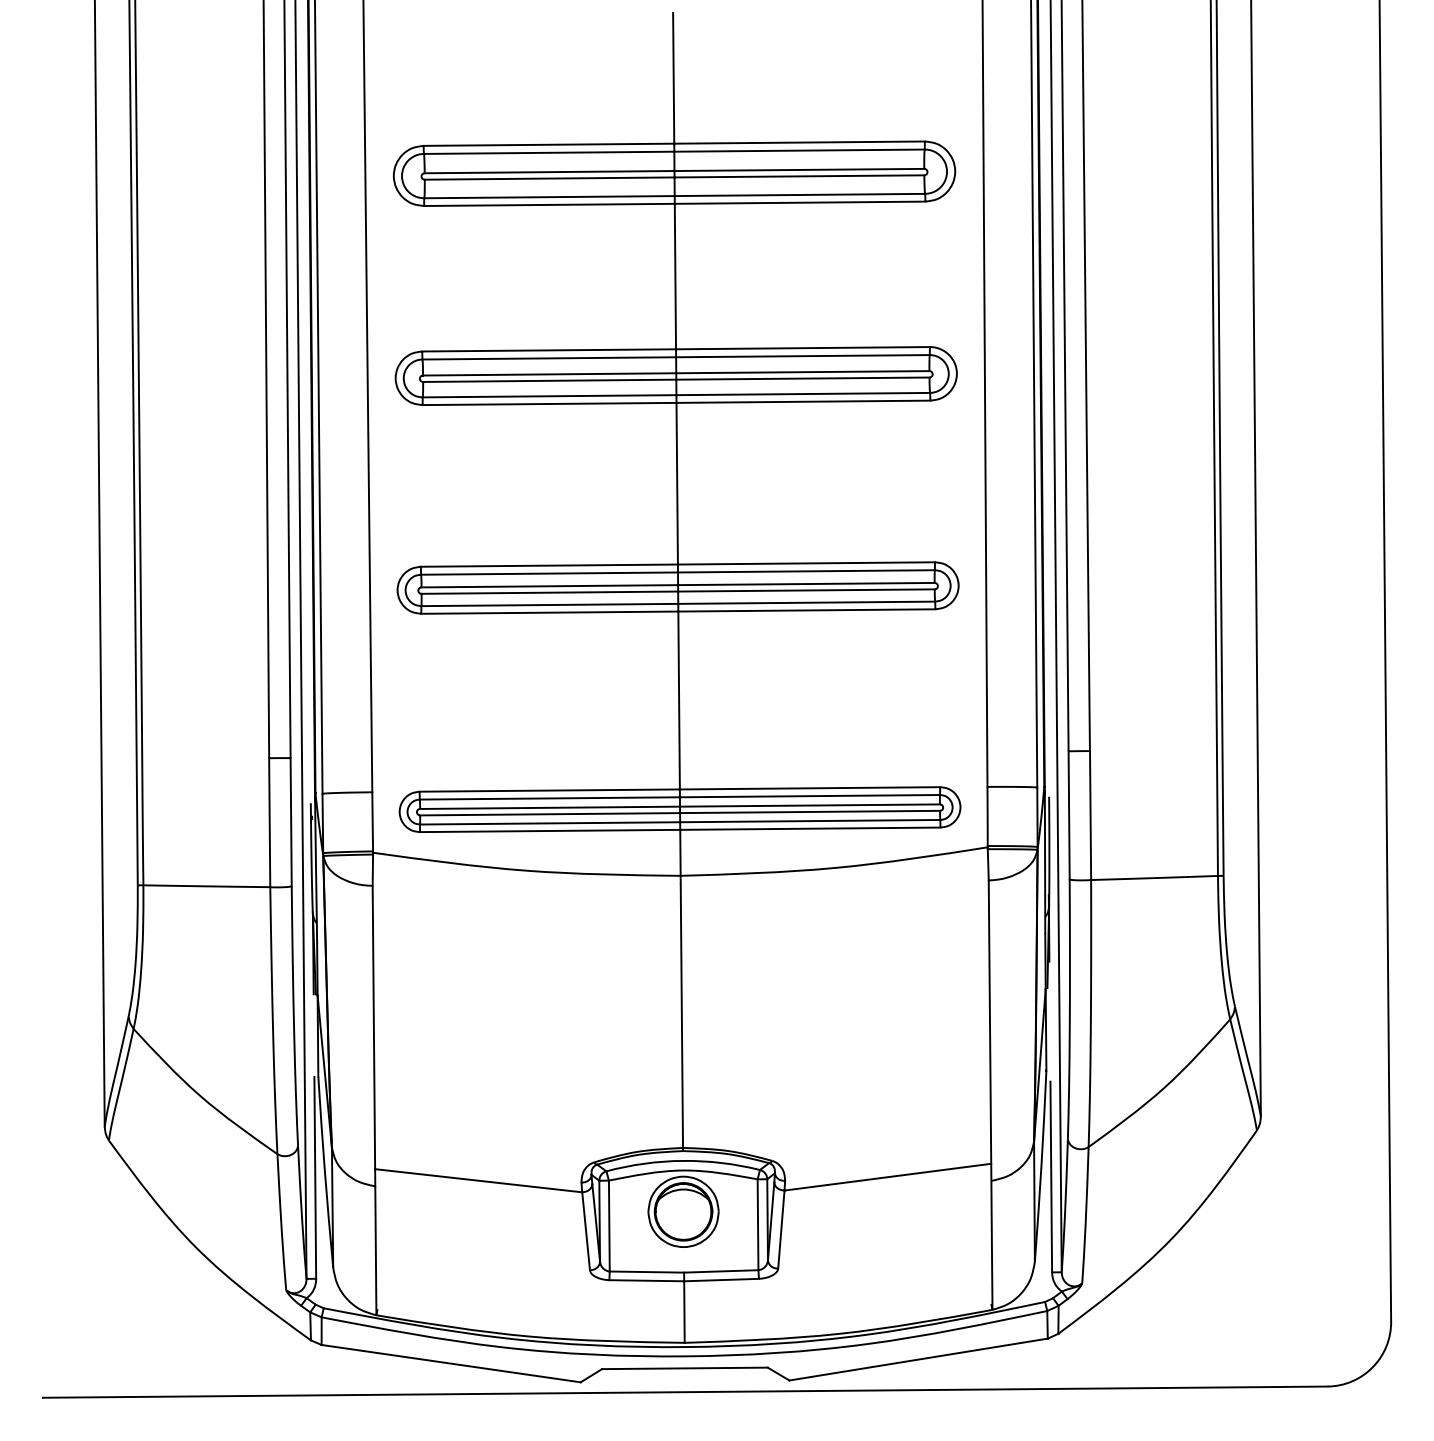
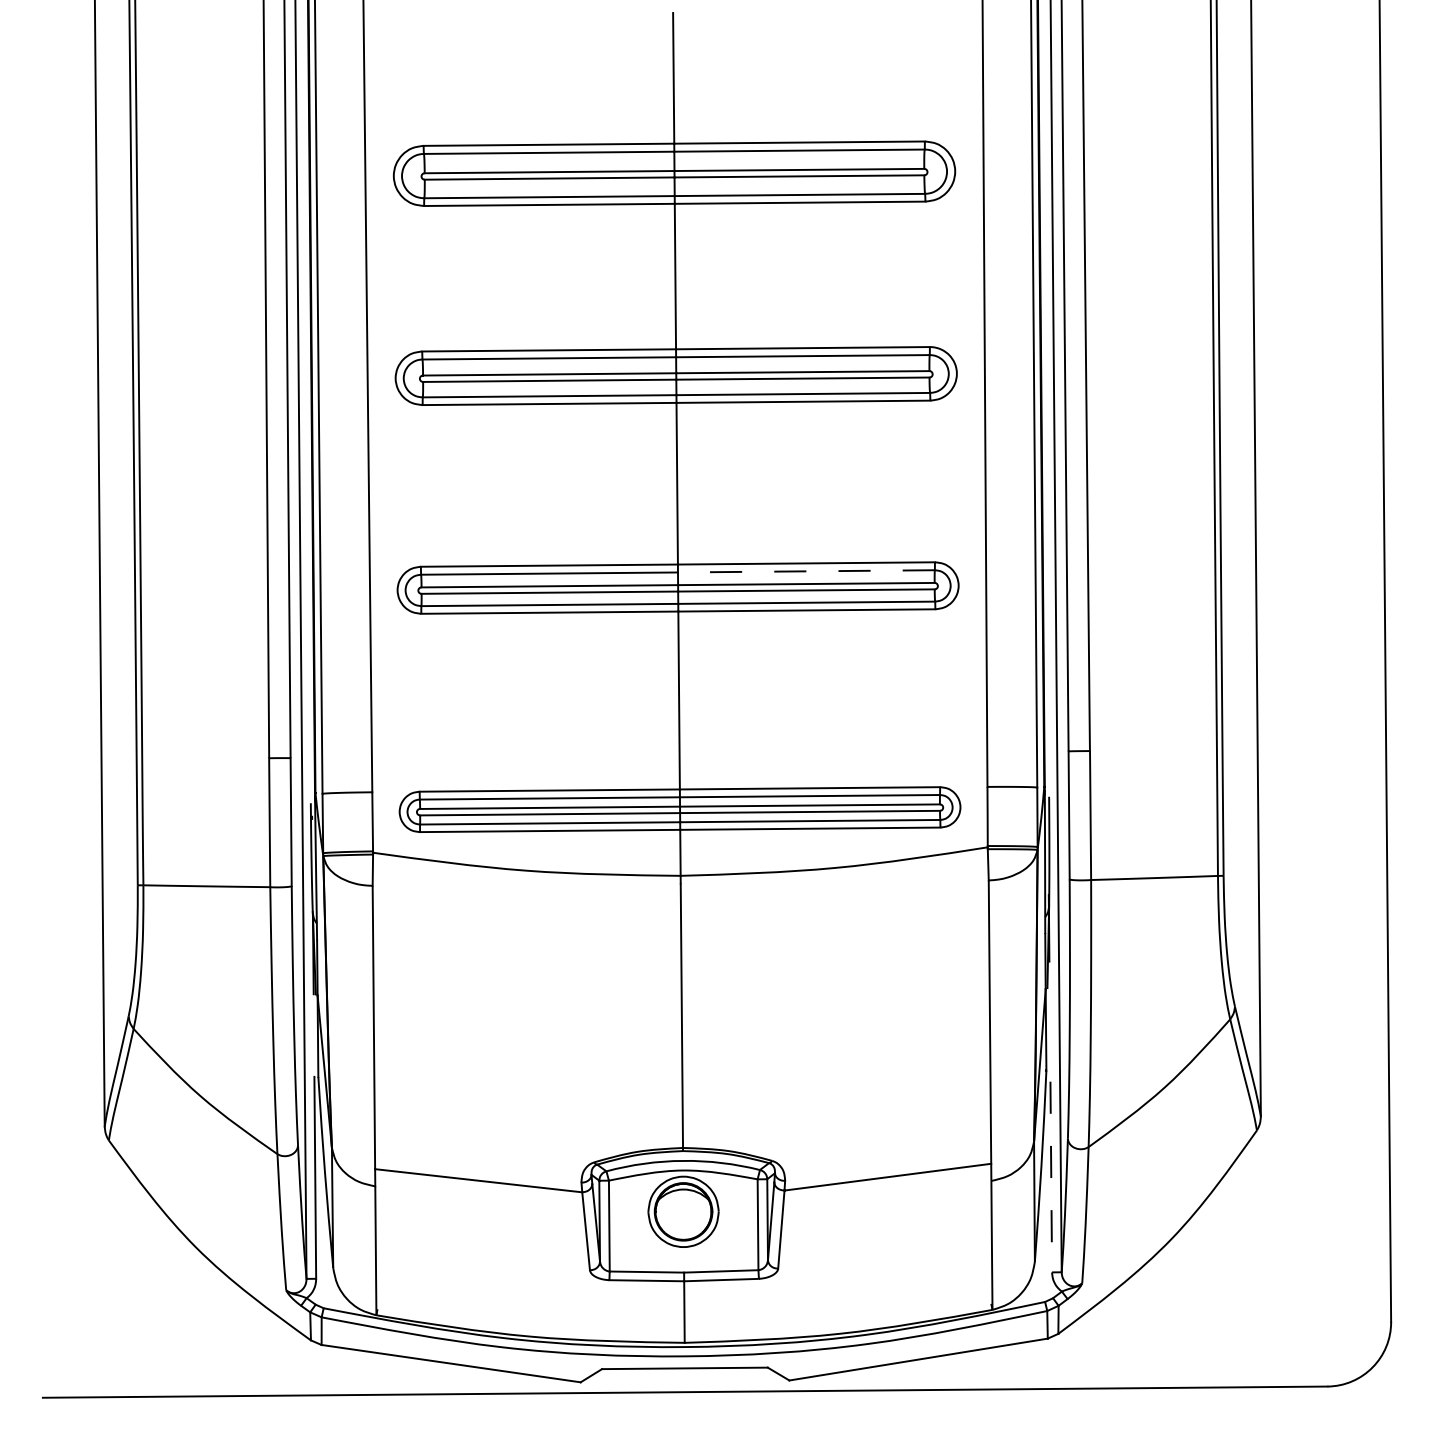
line at (805, 571): solid -> dashed
line at (1051, 1177): solid -> dashed
